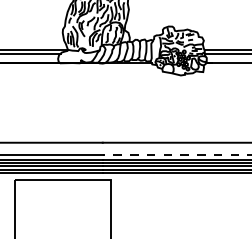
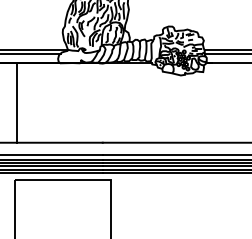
line at (16, 102): none -> present
line at (176, 154): dashed -> solid
